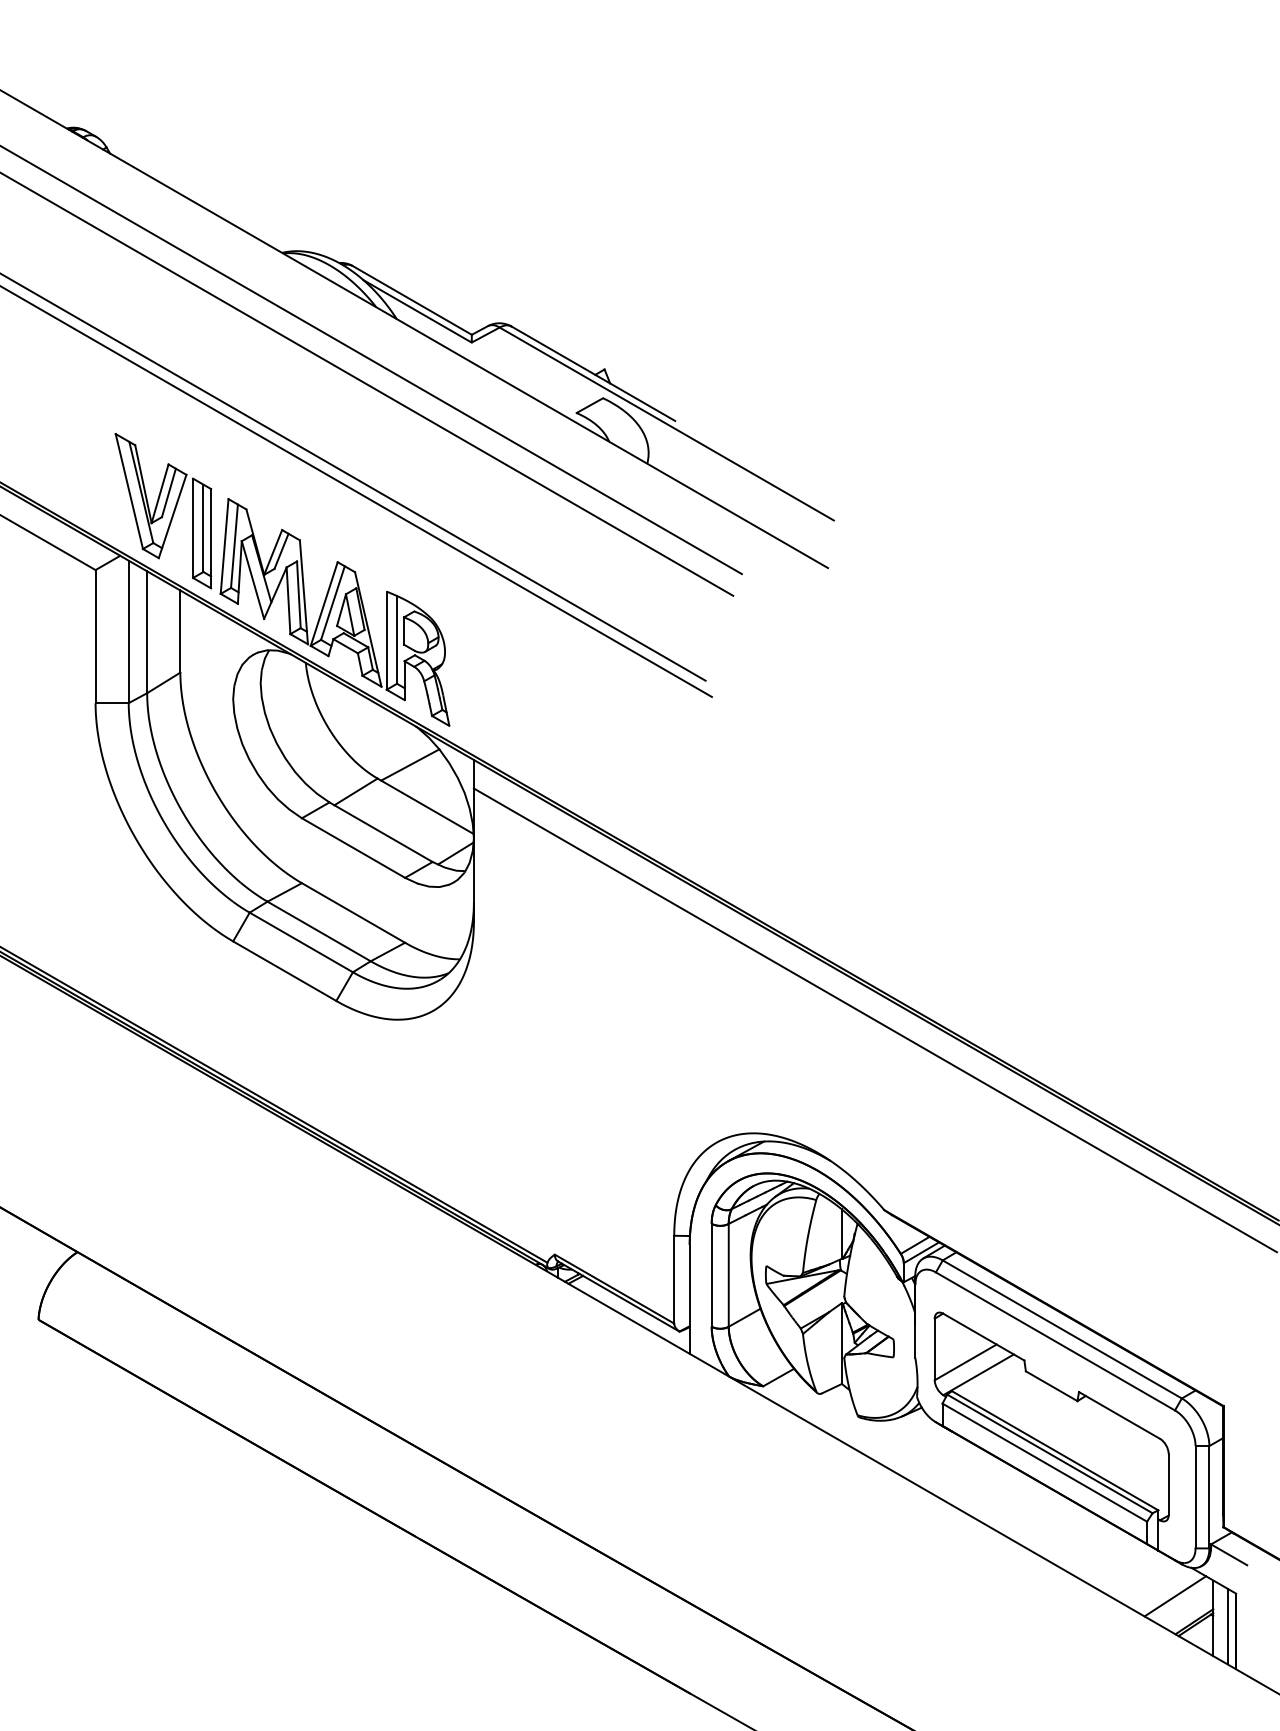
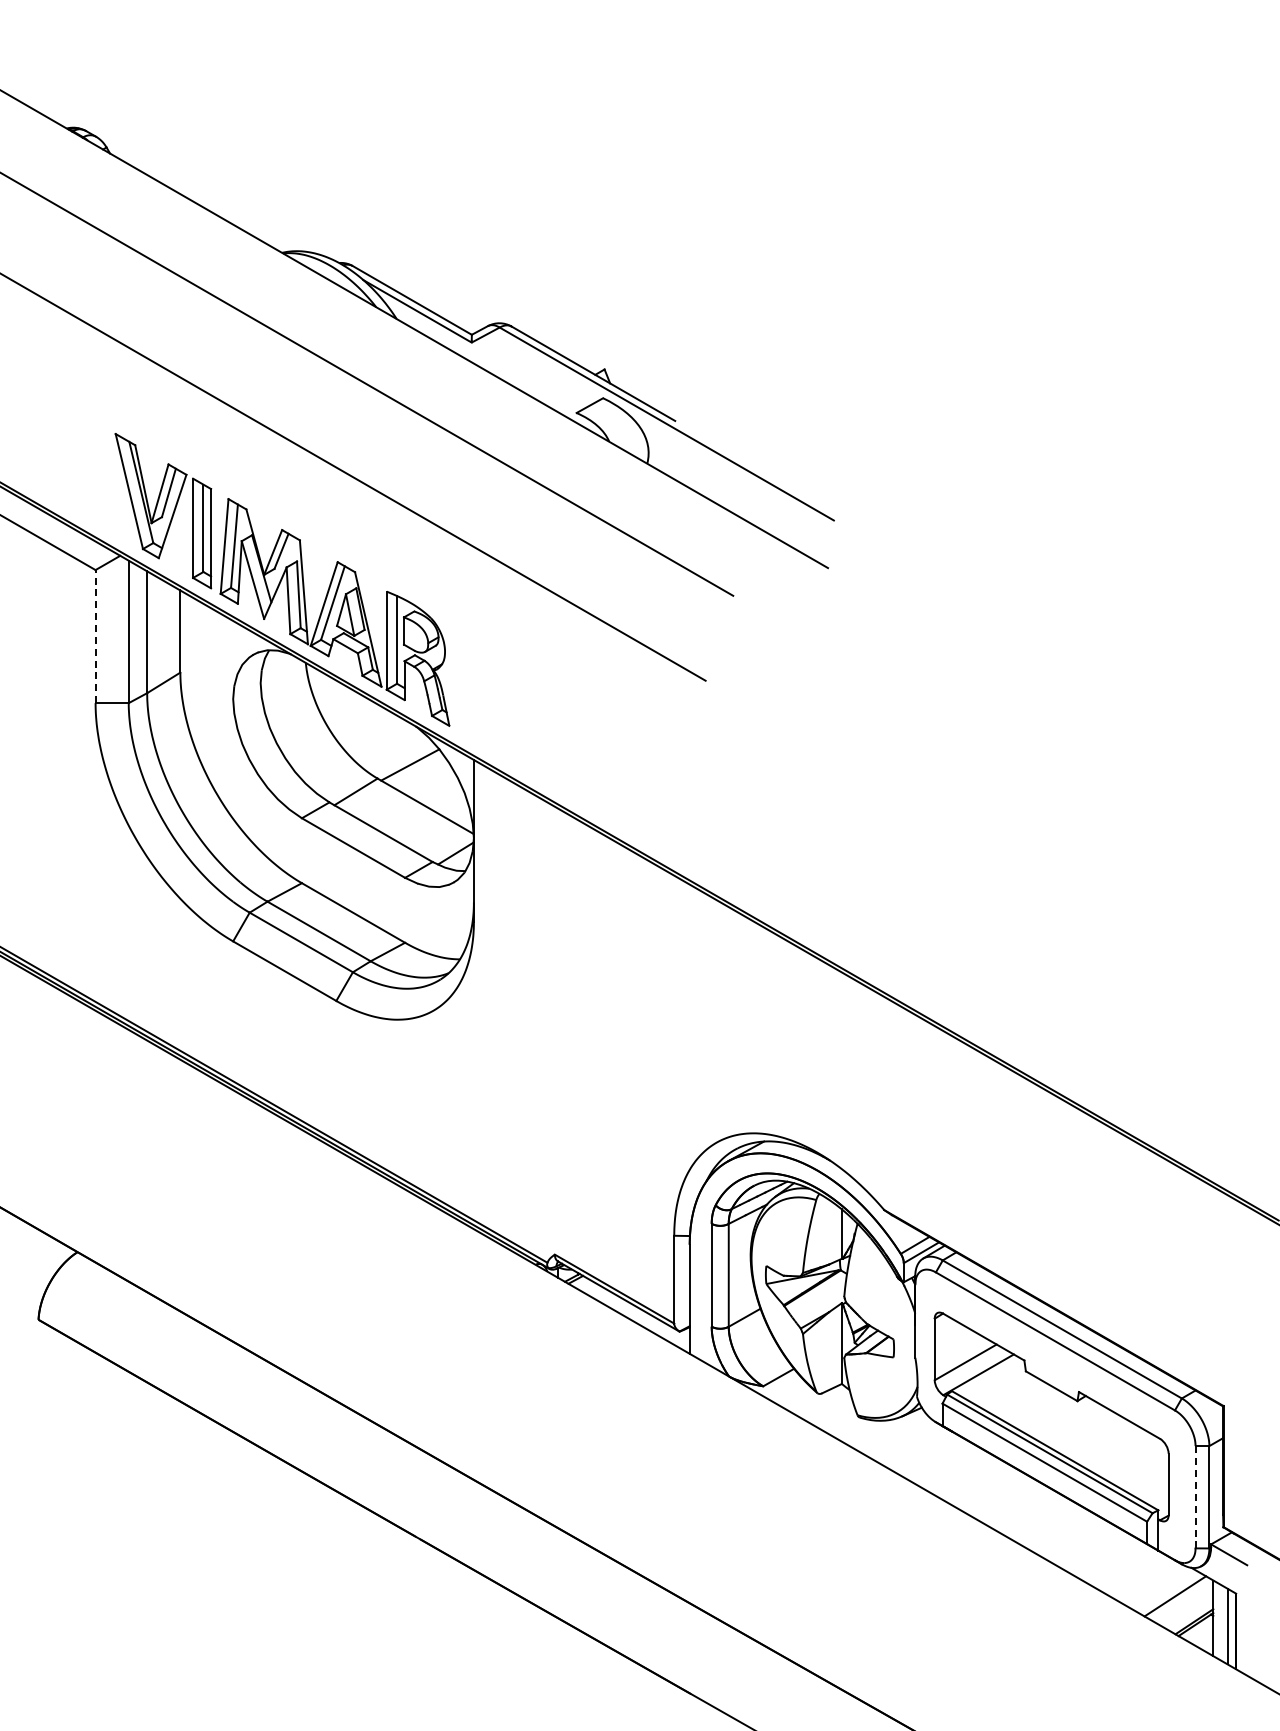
line at (371, 360): present -> none
line at (356, 491): present -> none
line at (95, 636): solid -> dashed
line at (874, 1020): present -> none
line at (1195, 1496): solid -> dashed
